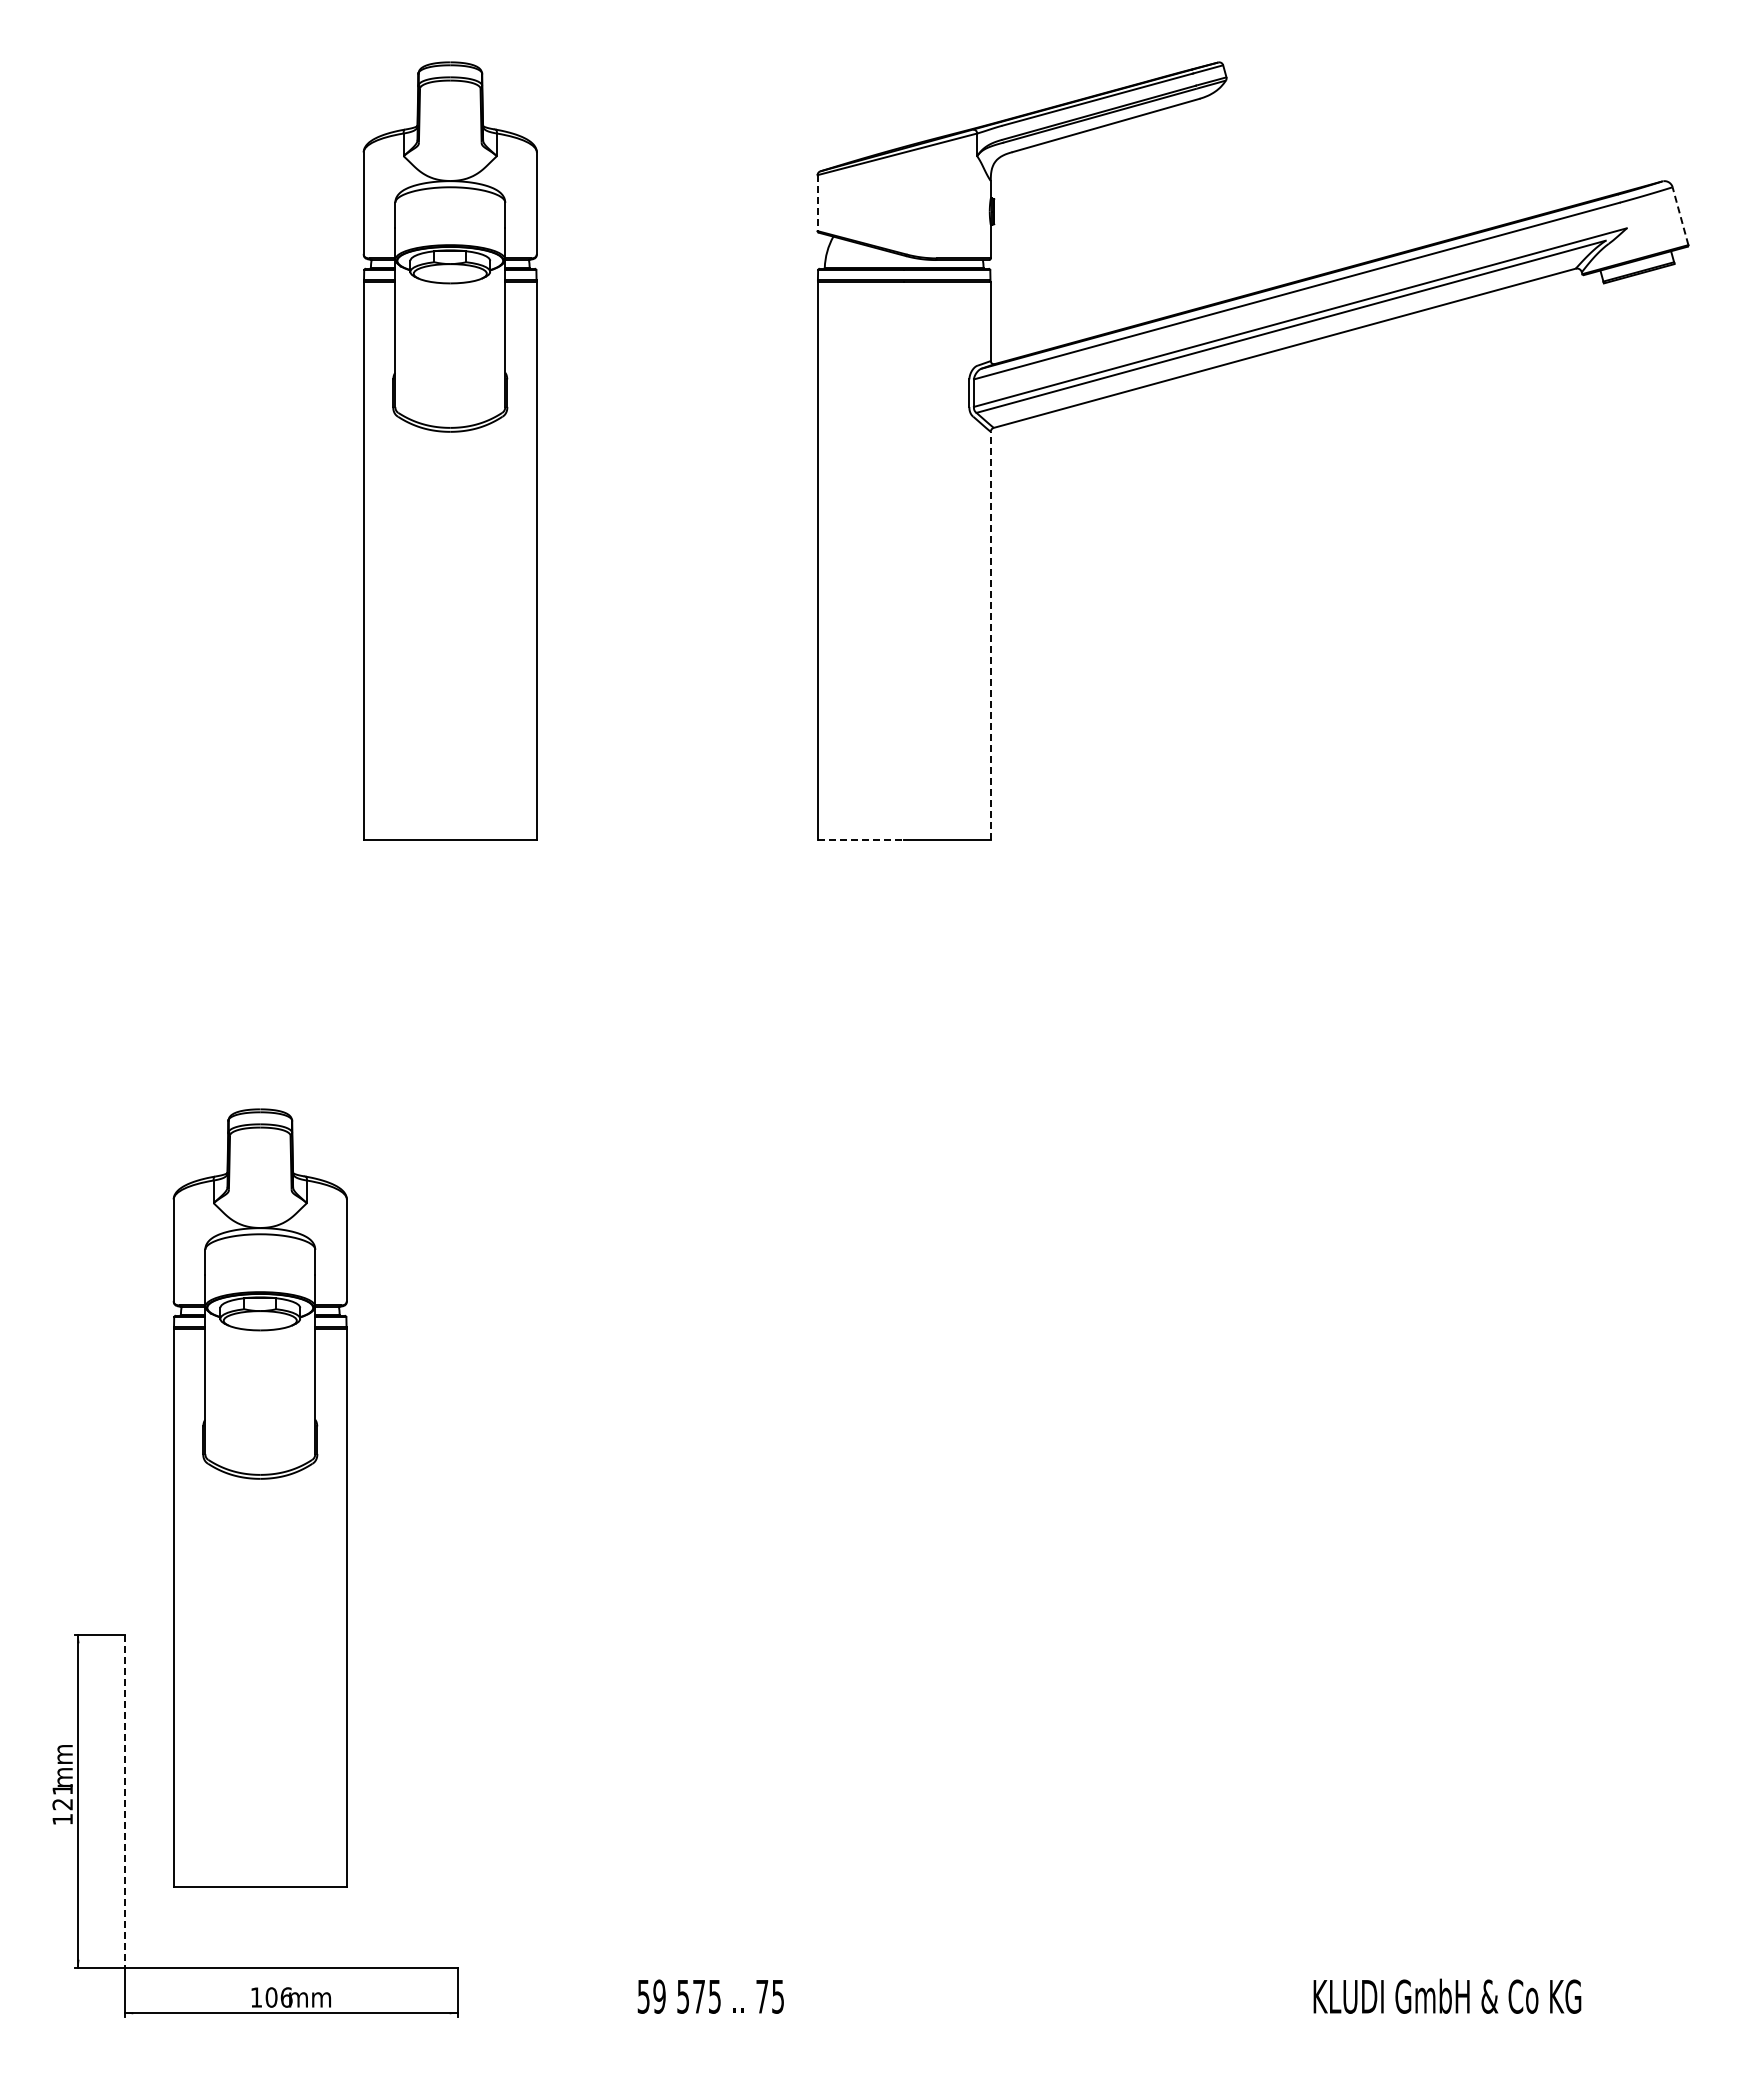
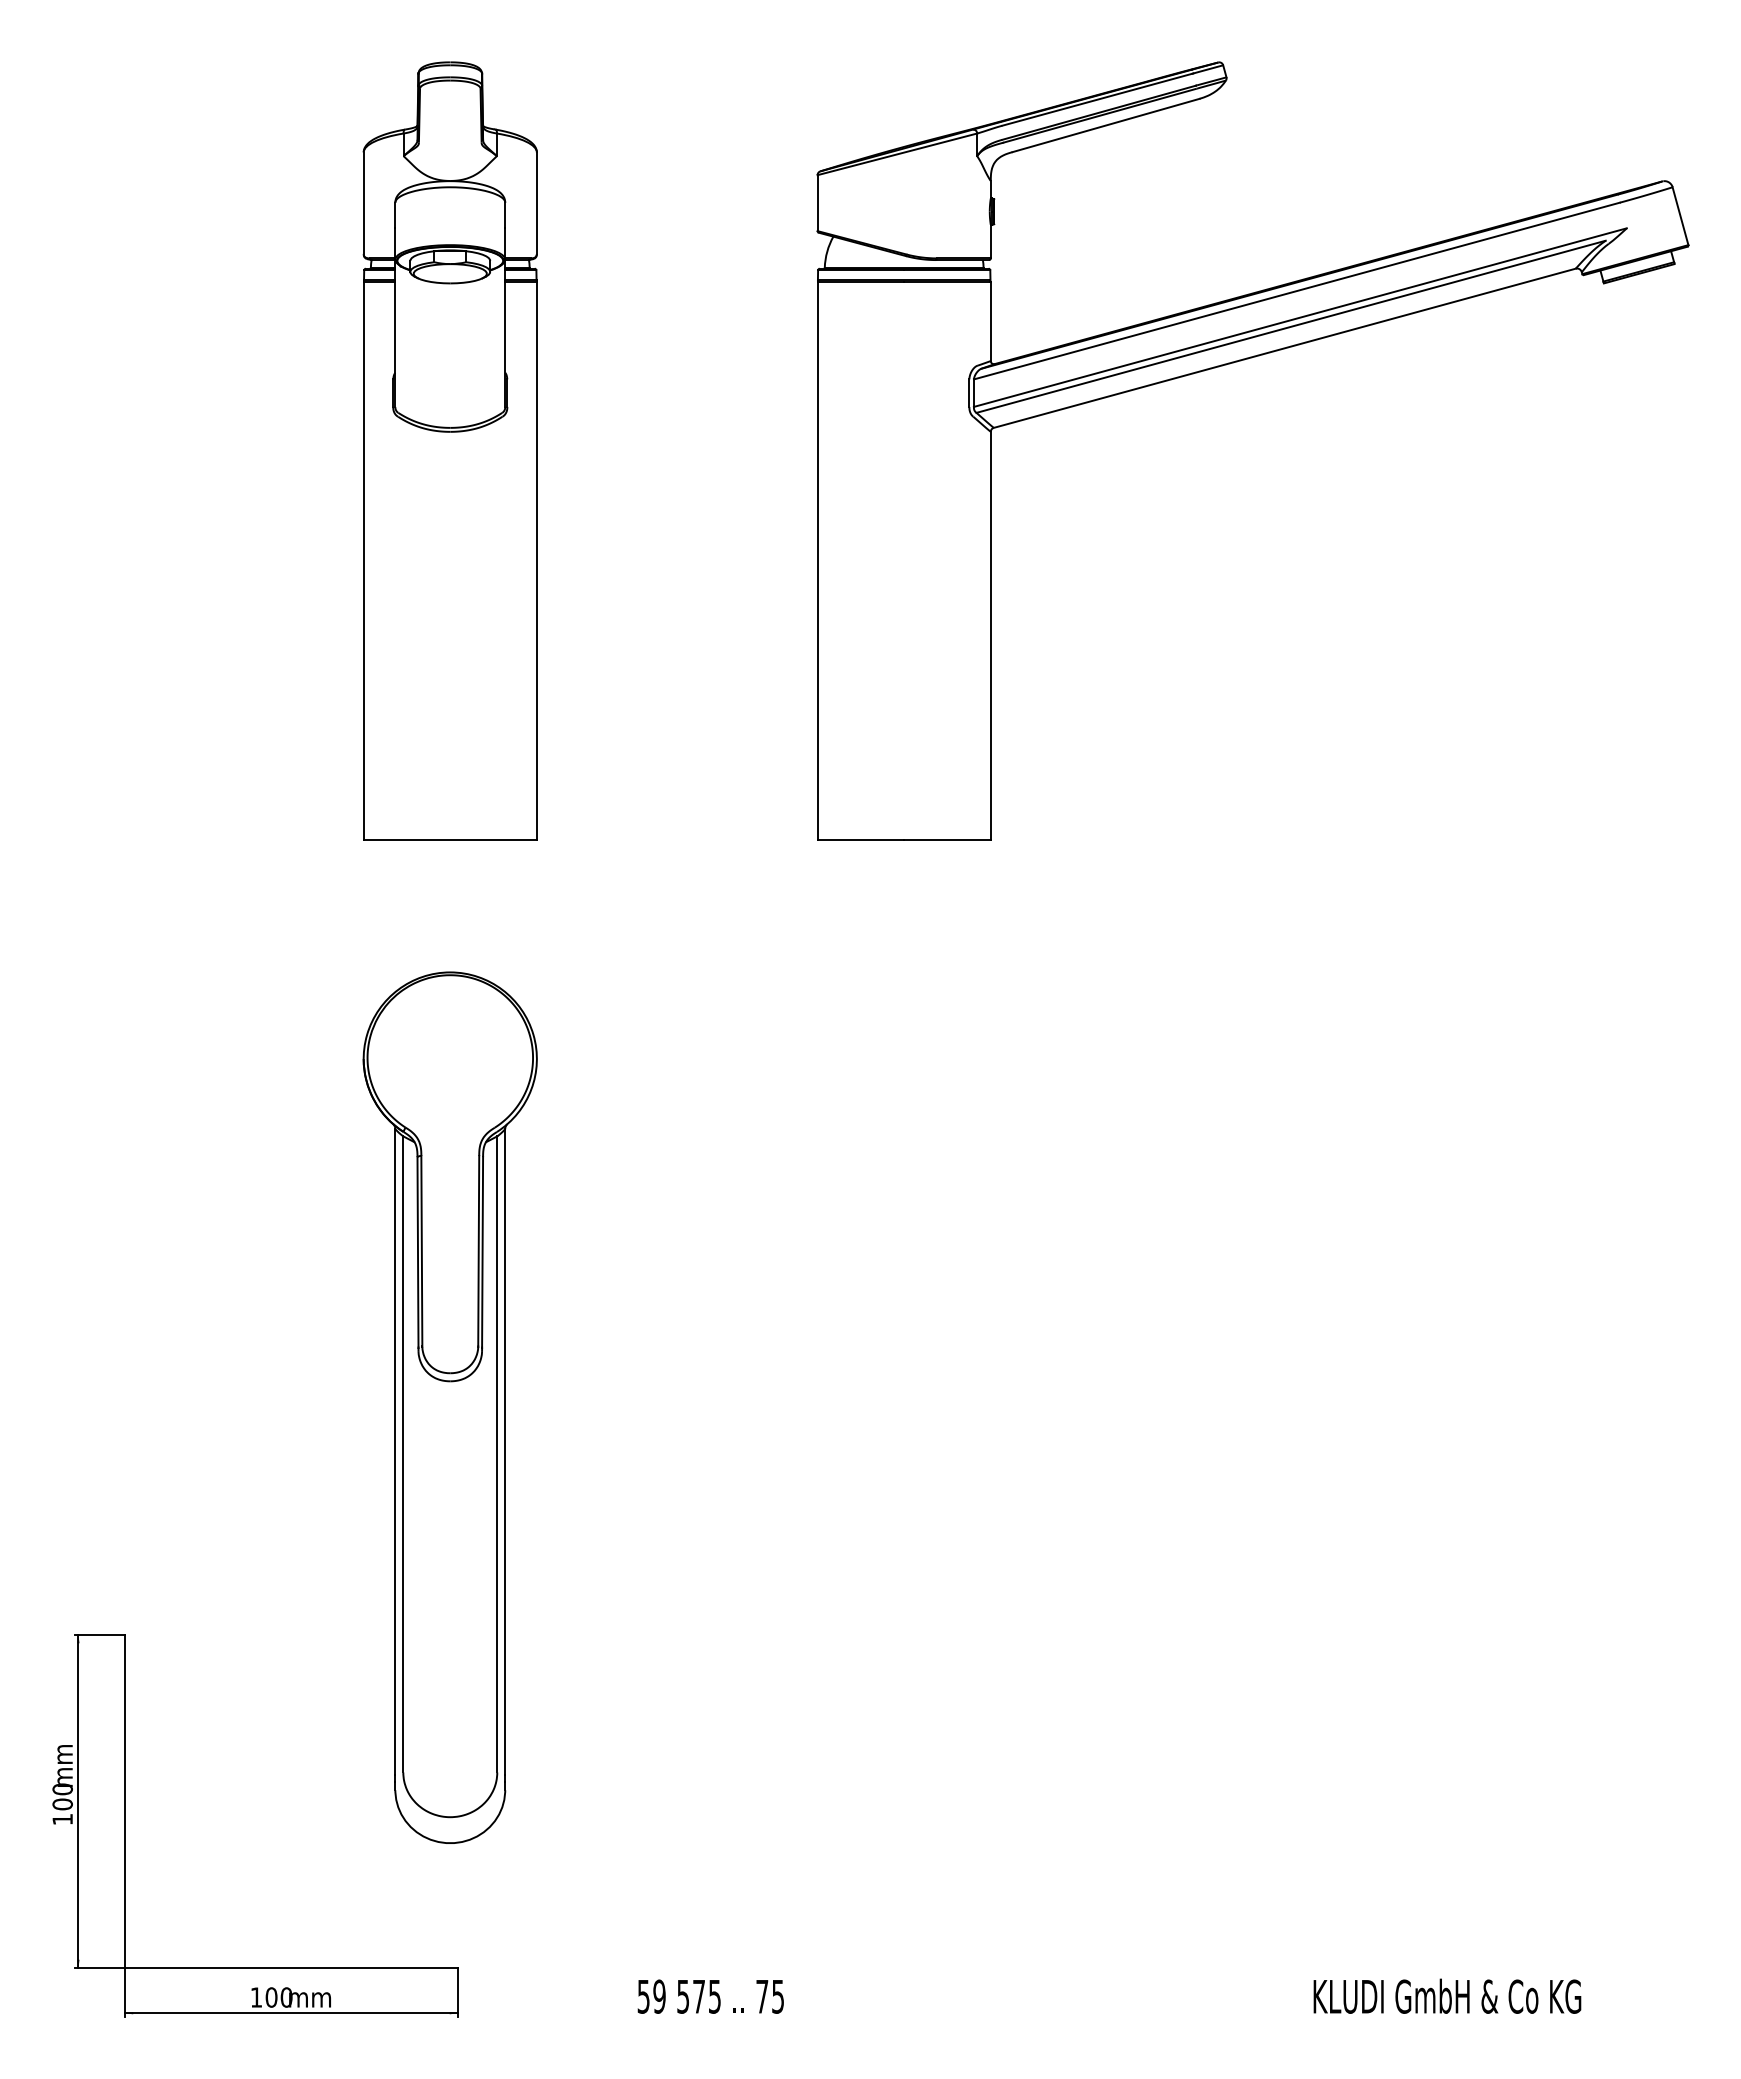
line at (817, 203): dashed -> solid
line at (1680, 216): dashed -> solid
line at (990, 635): dashed -> solid
line at (861, 840): dashed -> solid
part at (449, 1407): none -> present
part at (259, 1497): present -> none
text at (62, 1796): 121 -> 100
line at (124, 1801): dashed -> solid
text at (286, 1997): 106 -> 100
